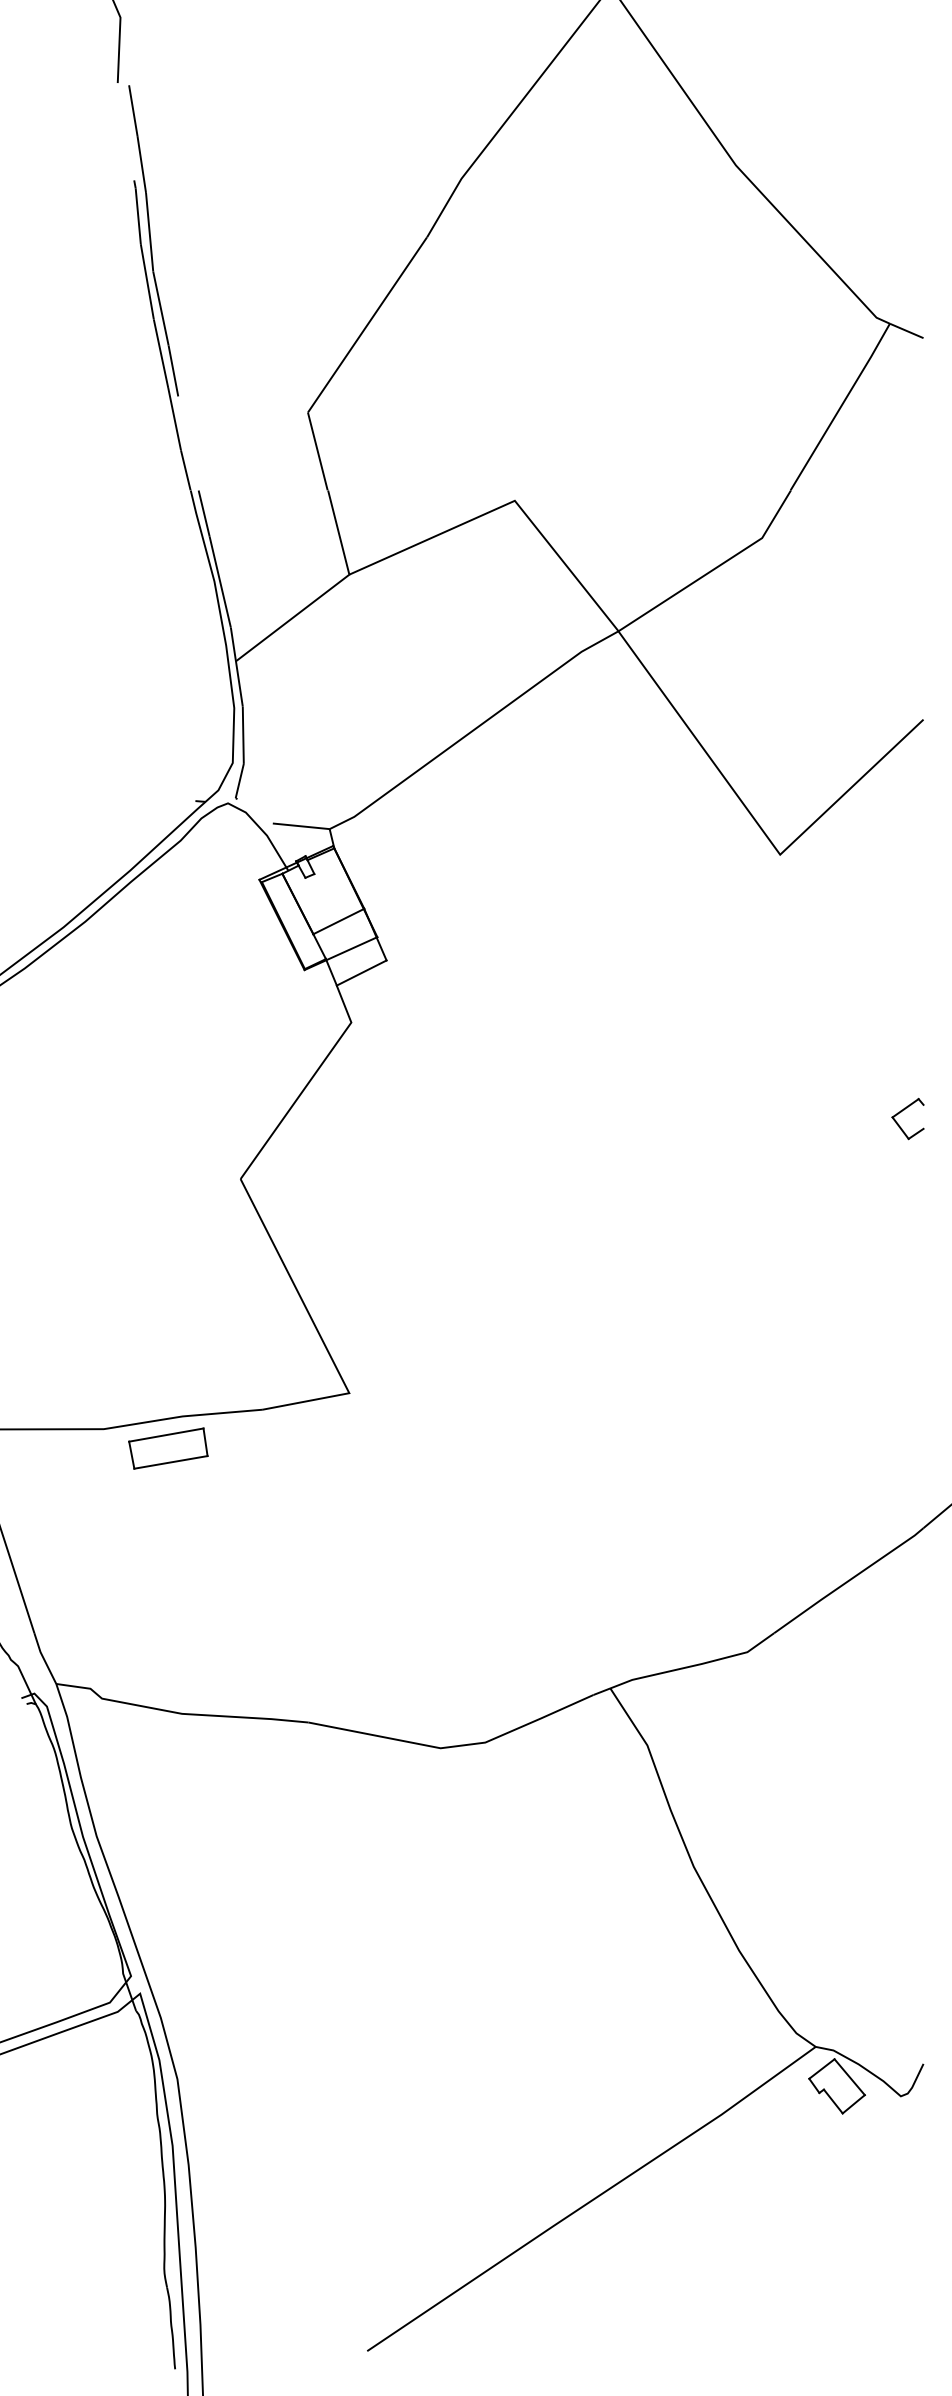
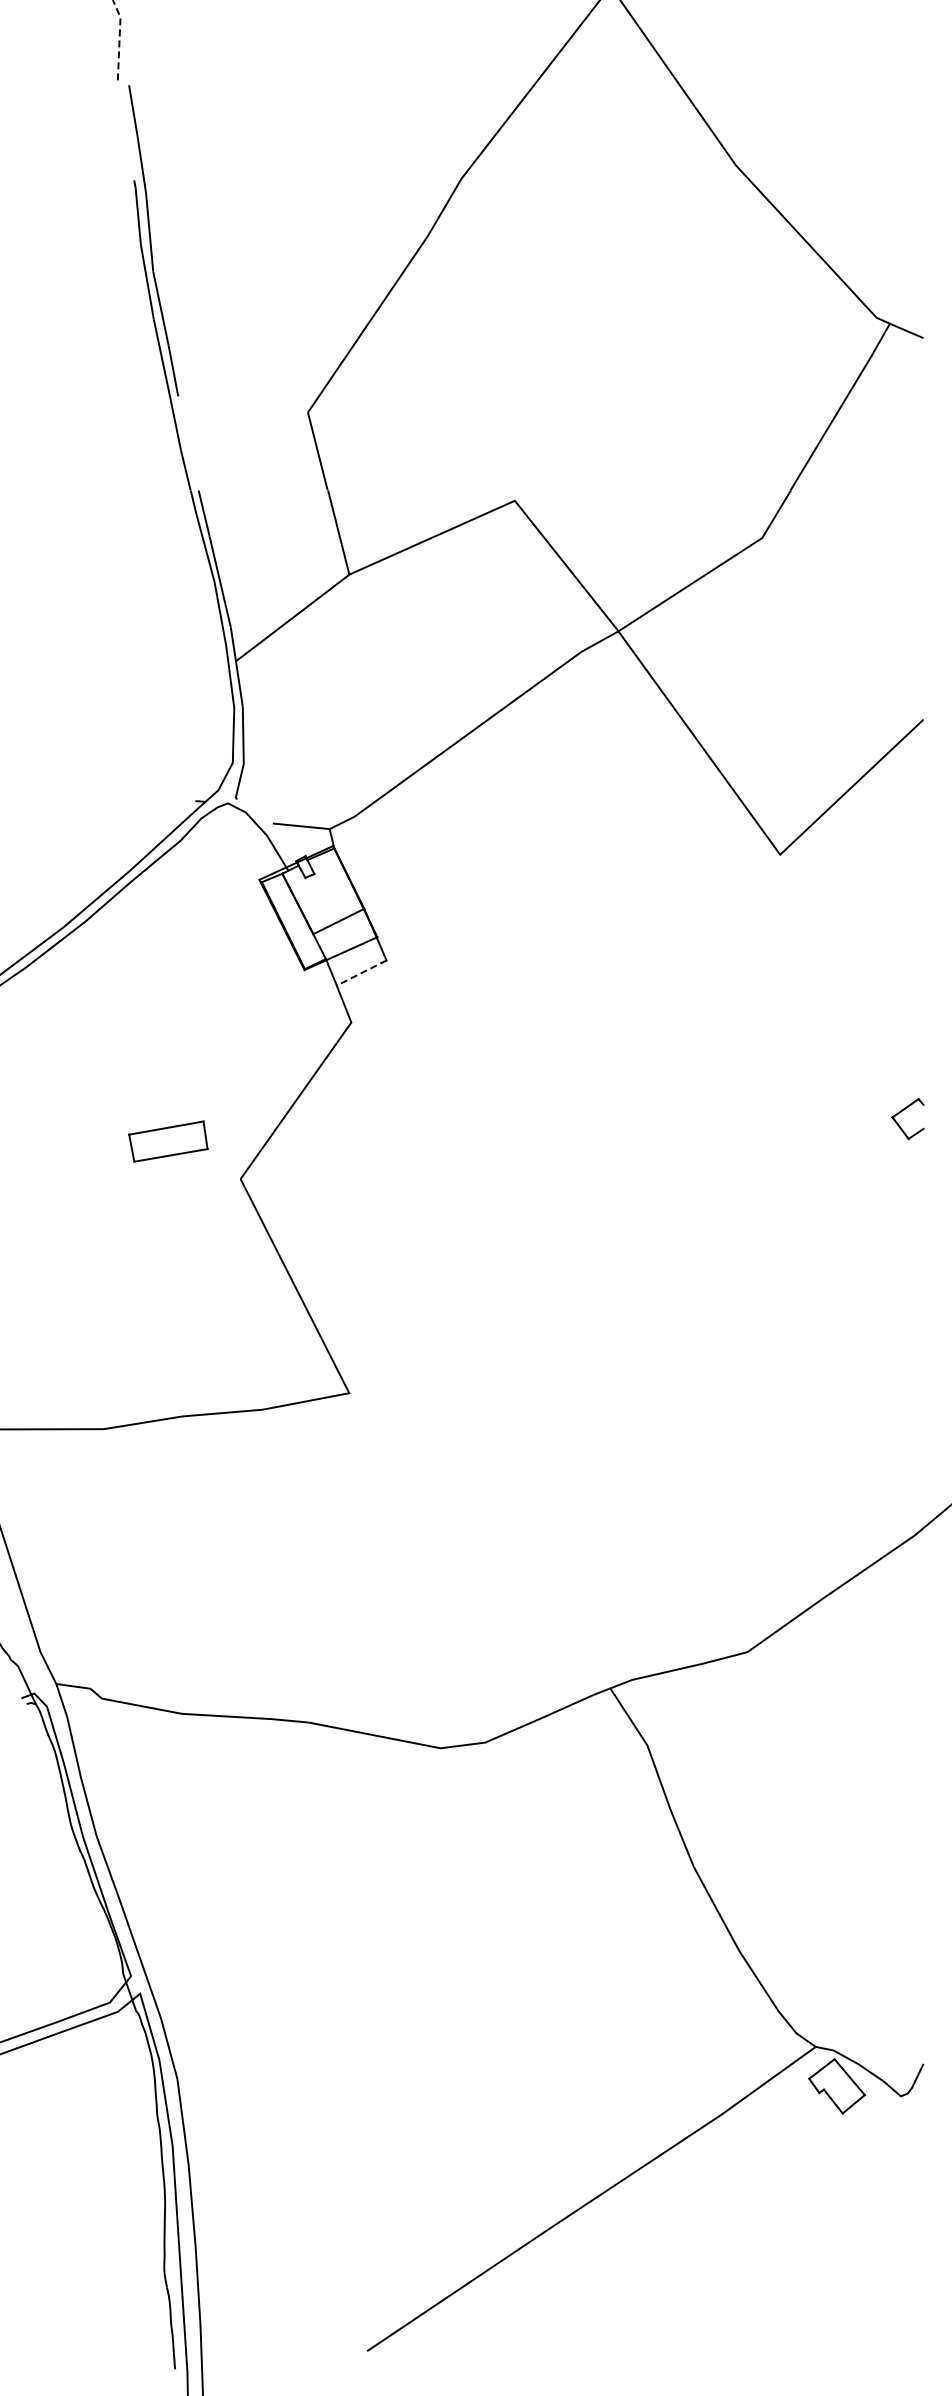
line at (119, 40): solid -> dashed
line at (361, 973): solid -> dashed
part at (168, 1448) position: (168, 1448) -> (168, 1141)
